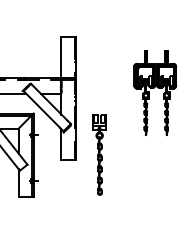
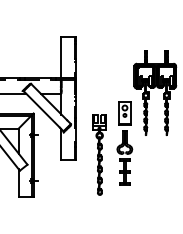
part at (124, 143): none -> present
